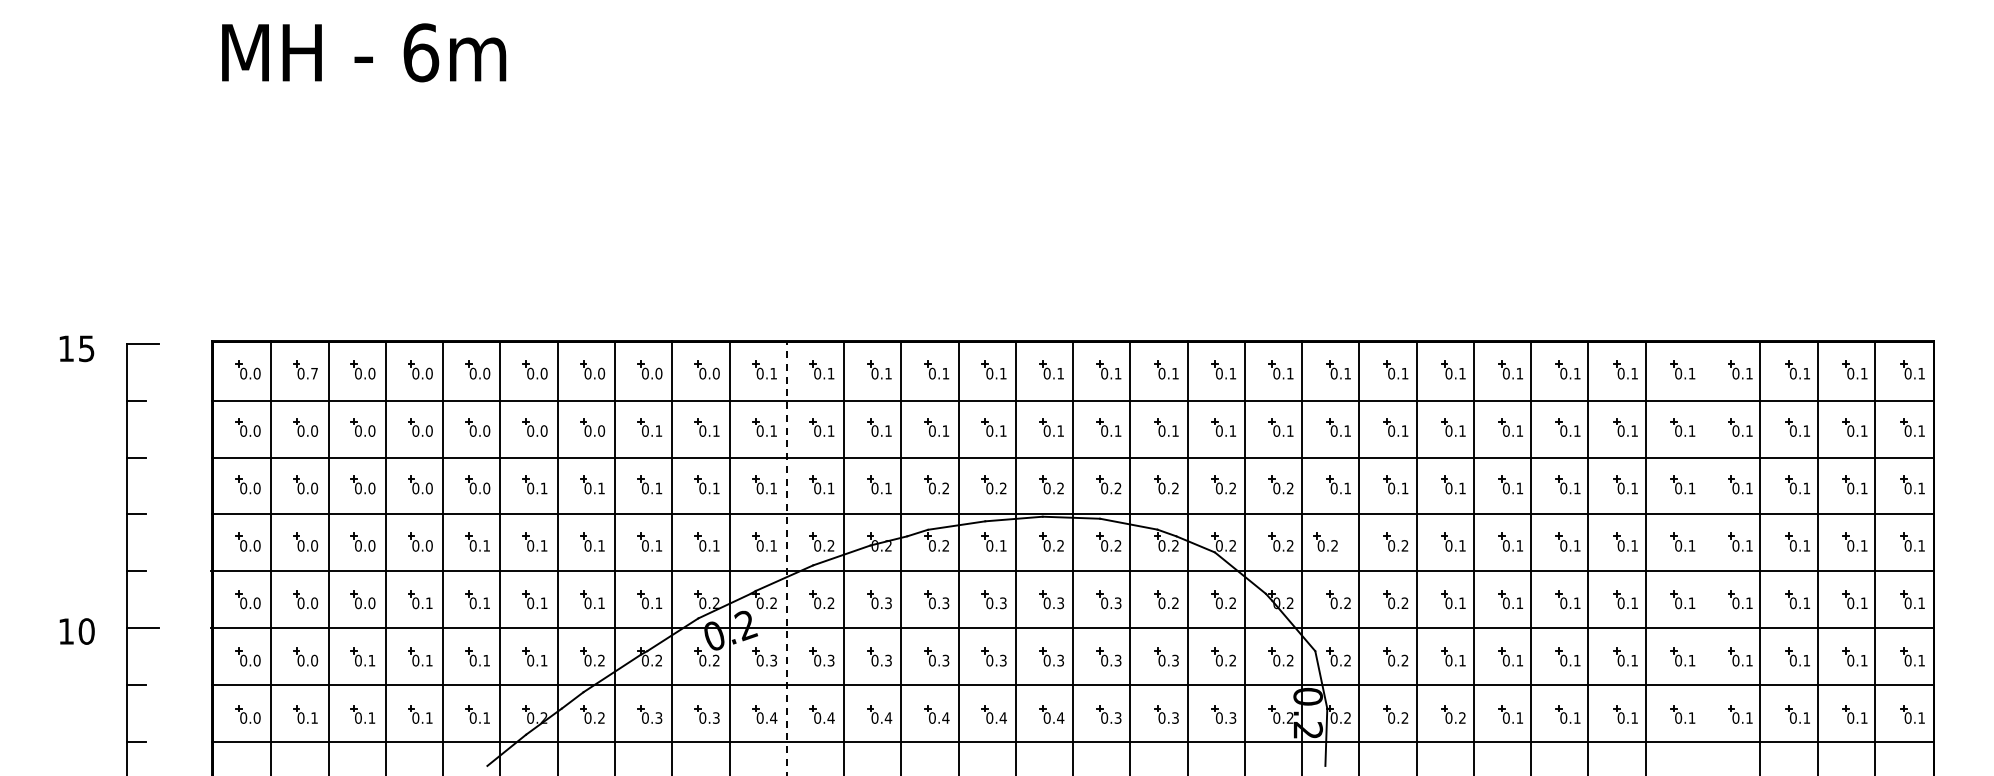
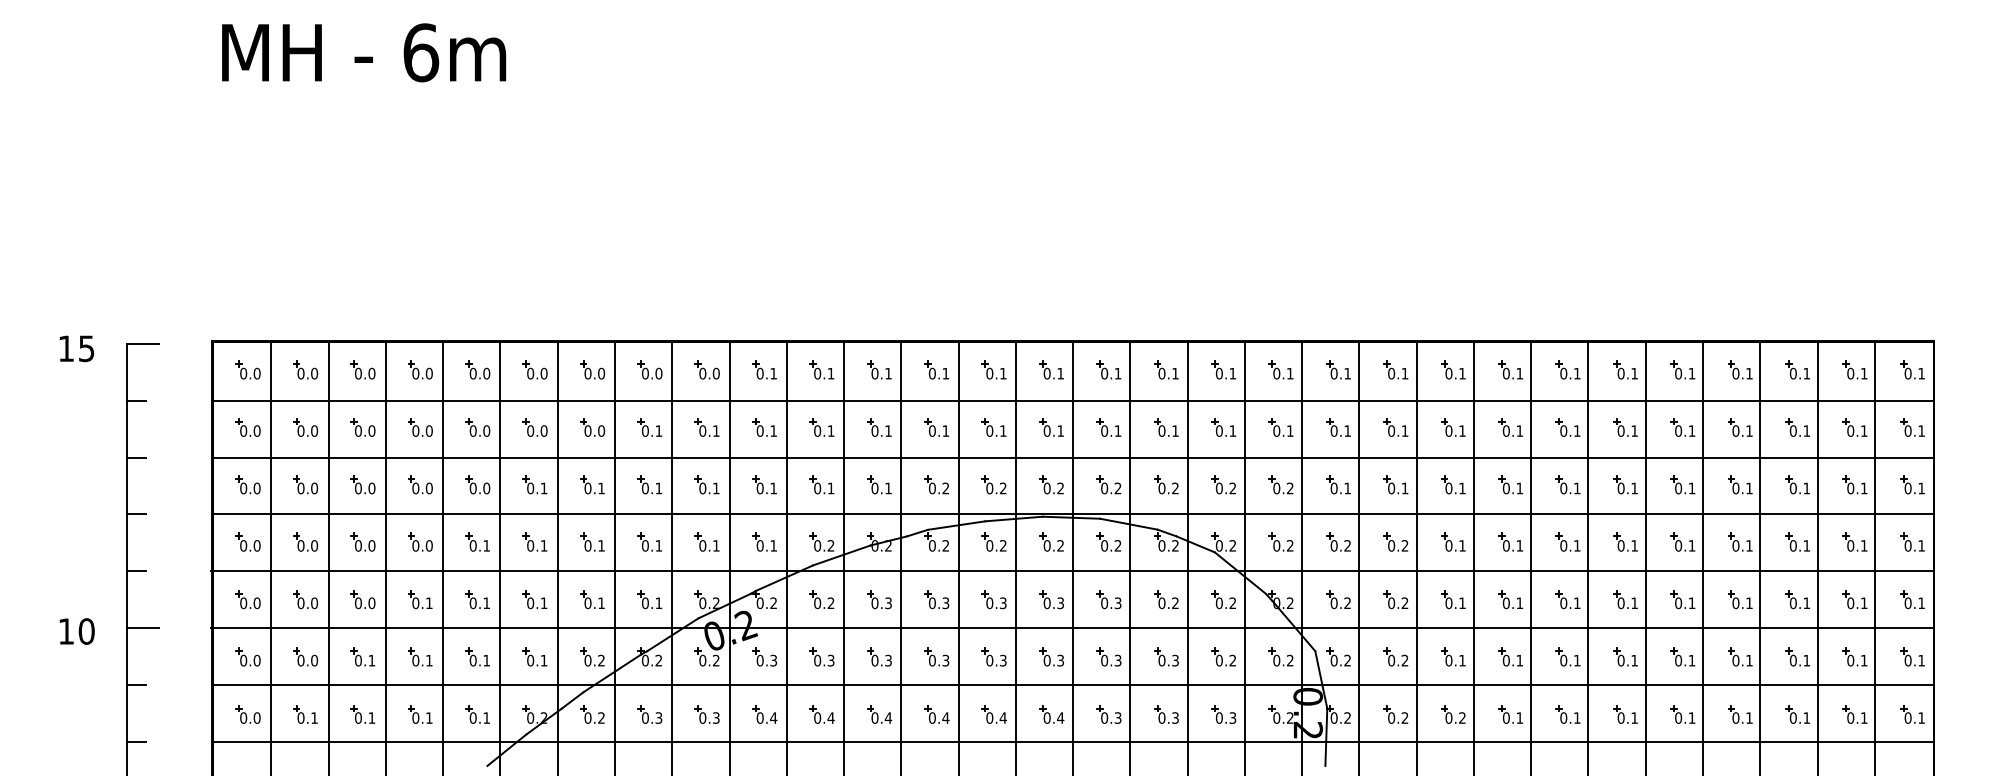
text at (314, 373): 0.7 -> 0.0
part at (1325, 541) position: (1325, 541) -> (1338, 541)
text at (1003, 545): 0.1 -> 0.2
line at (1702, 556): none -> present
line at (786, 558): dashed -> solid
